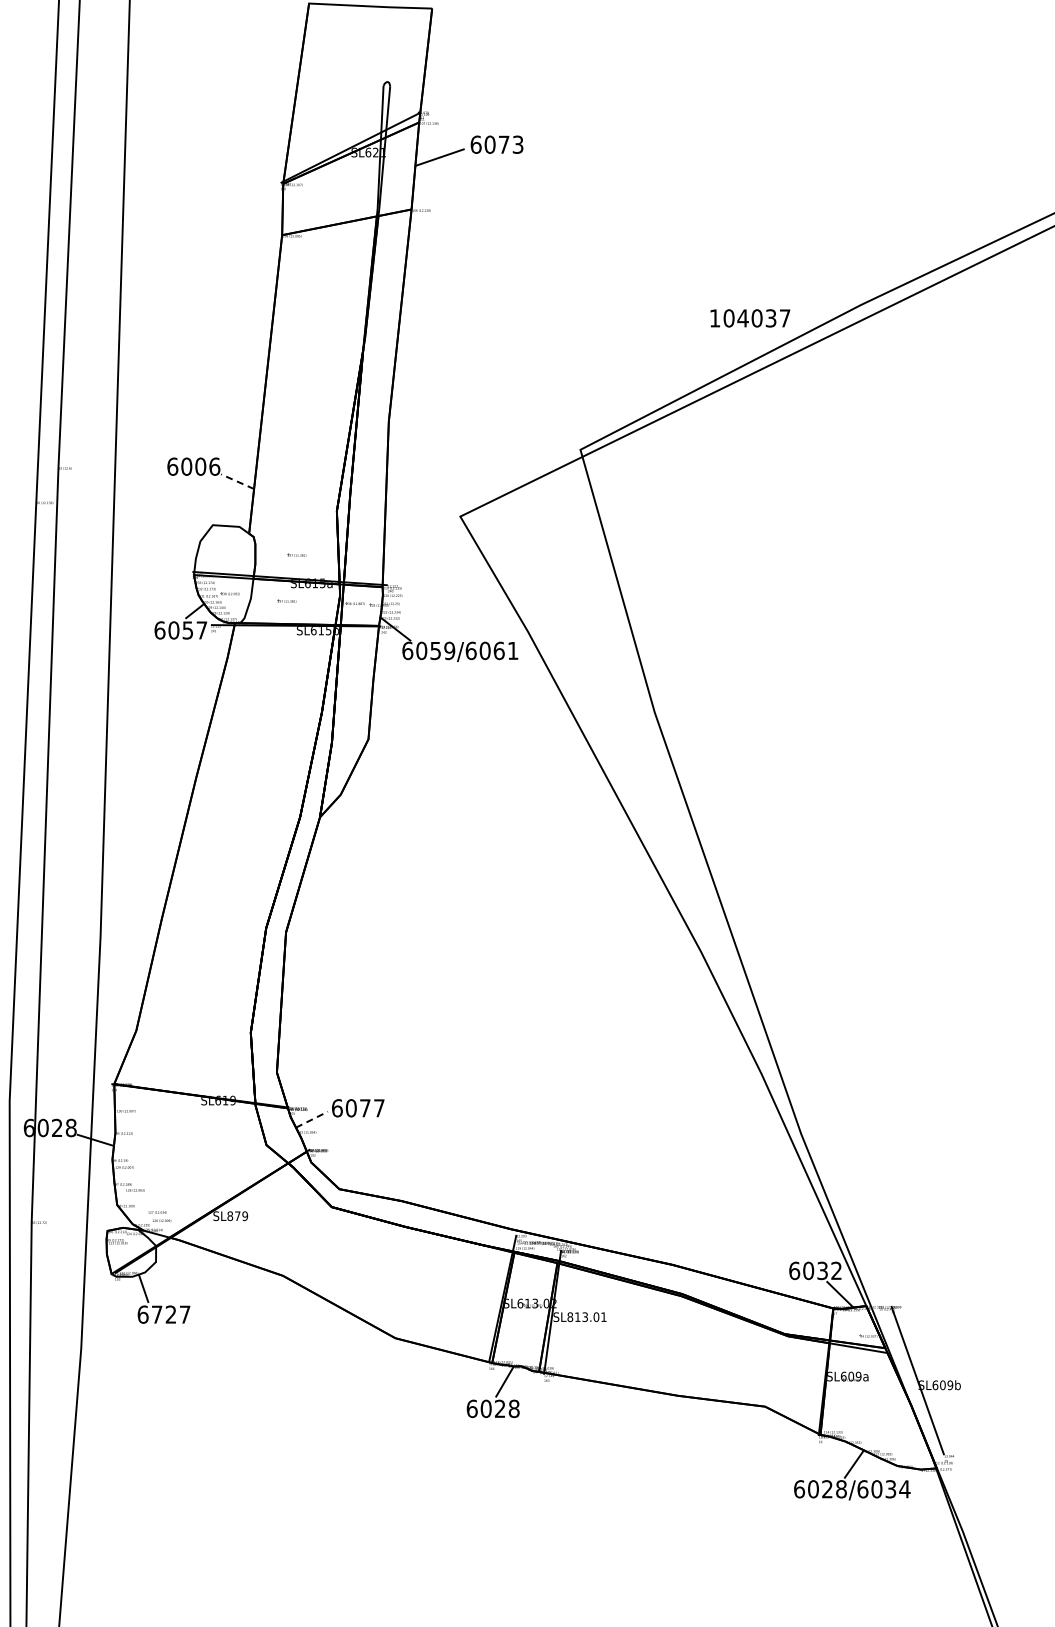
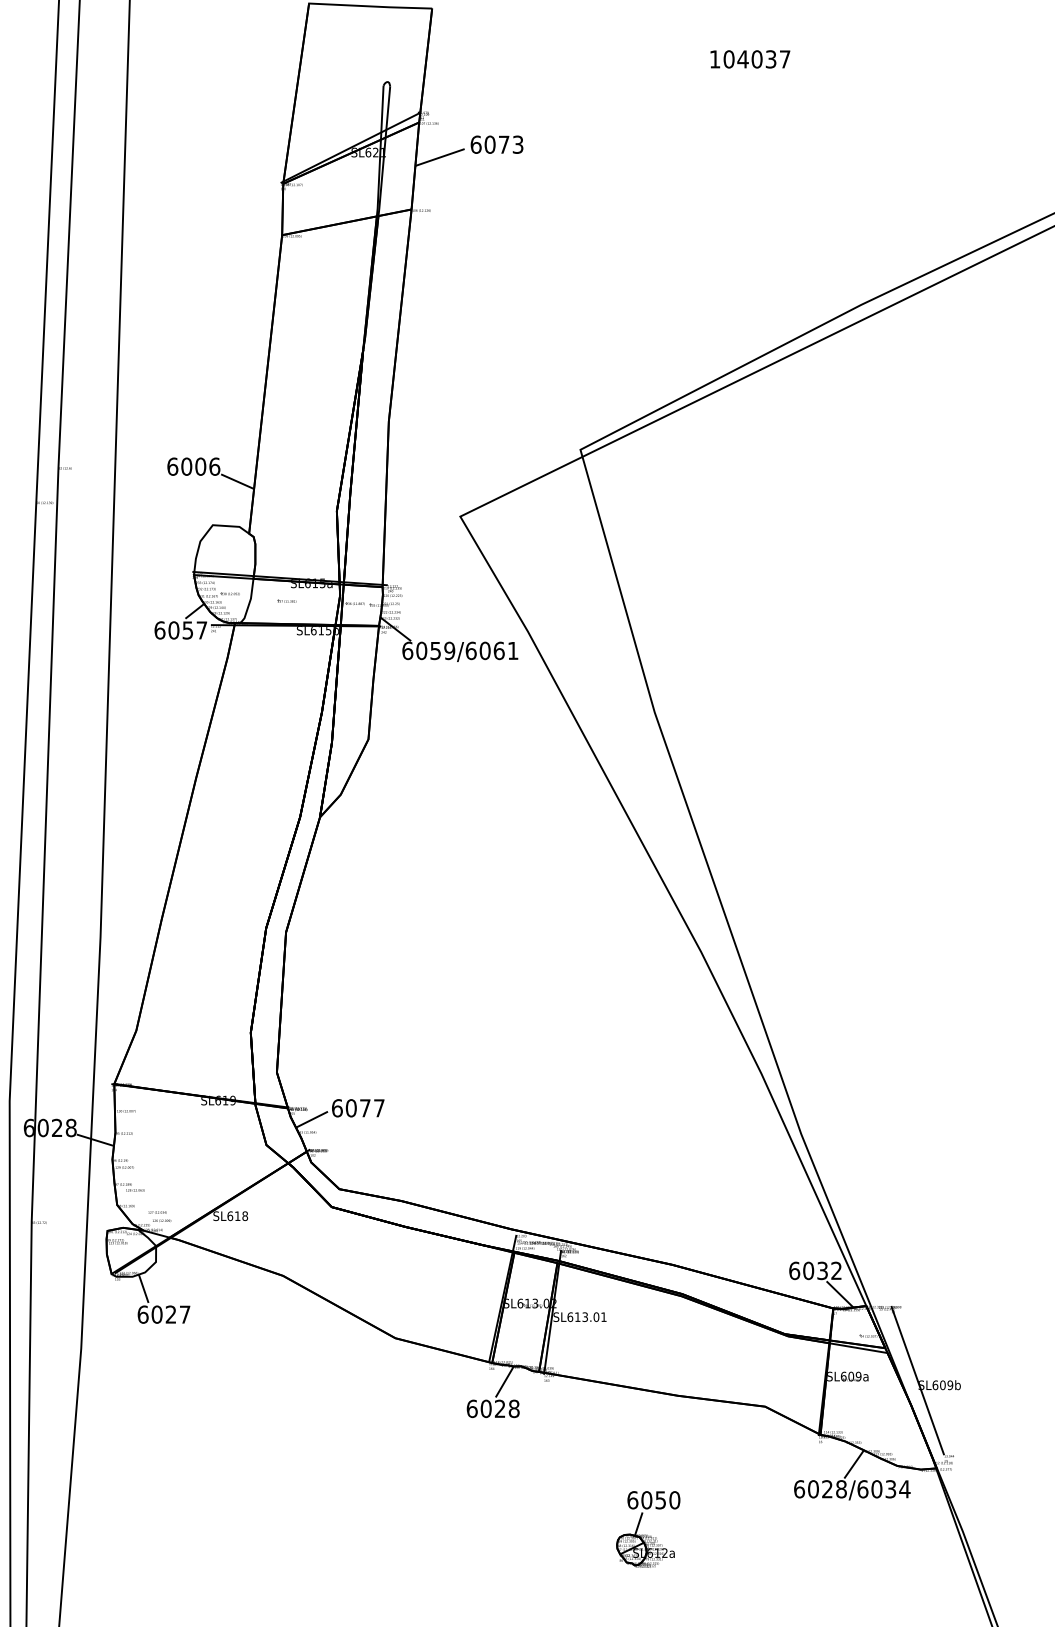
text at (750, 318) position: (750, 318) -> (750, 59)
line at (237, 481): dashed -> solid
part at (296, 554): present -> none
line at (311, 1119): dashed -> solid
text at (237, 1215): SL879 -> SL618
text at (156, 1314): 6727 -> 6027
text at (570, 1316): SL813.01 -> SL613.01
part at (648, 1529): none -> present
